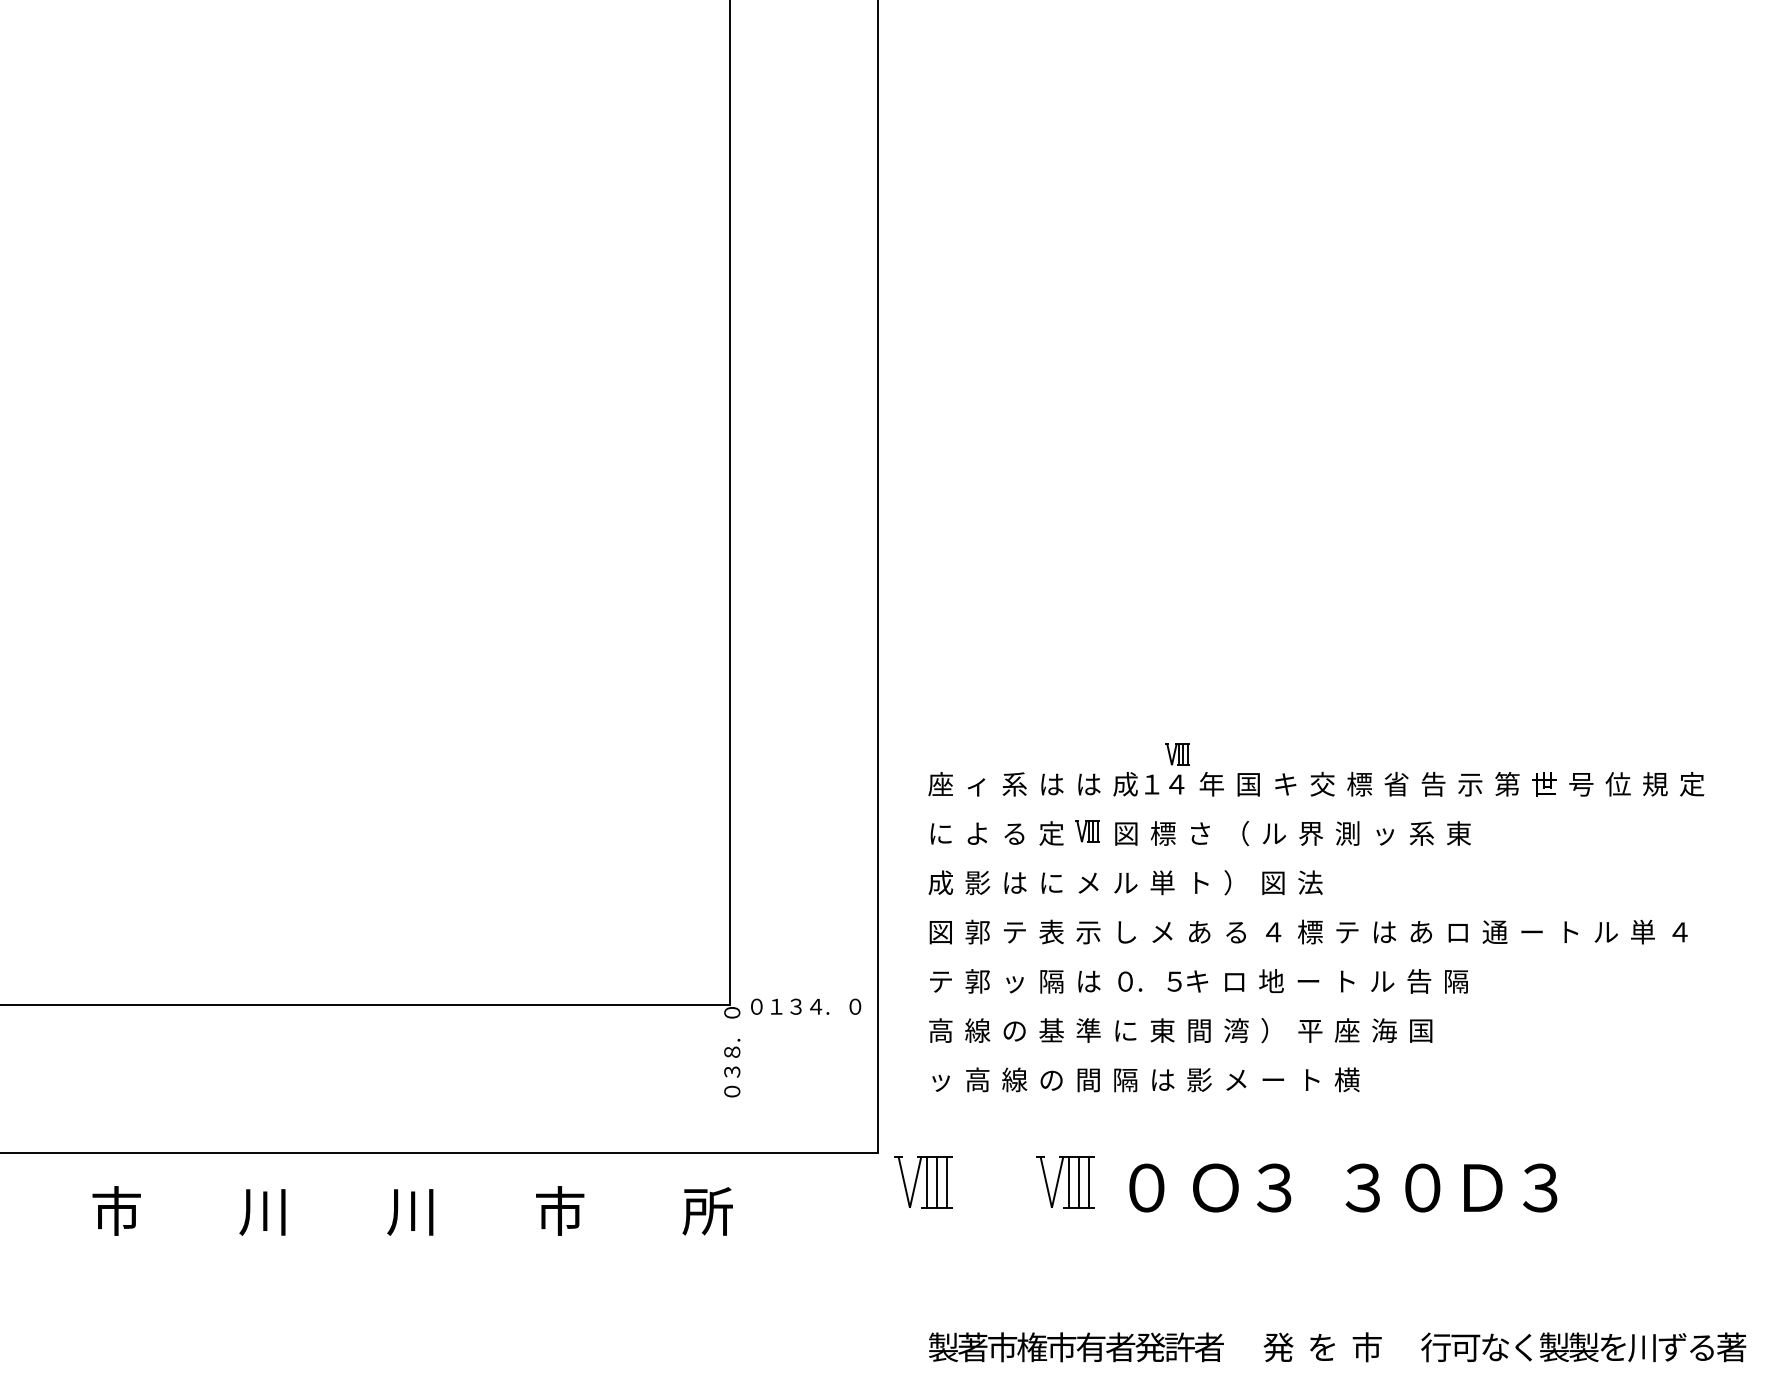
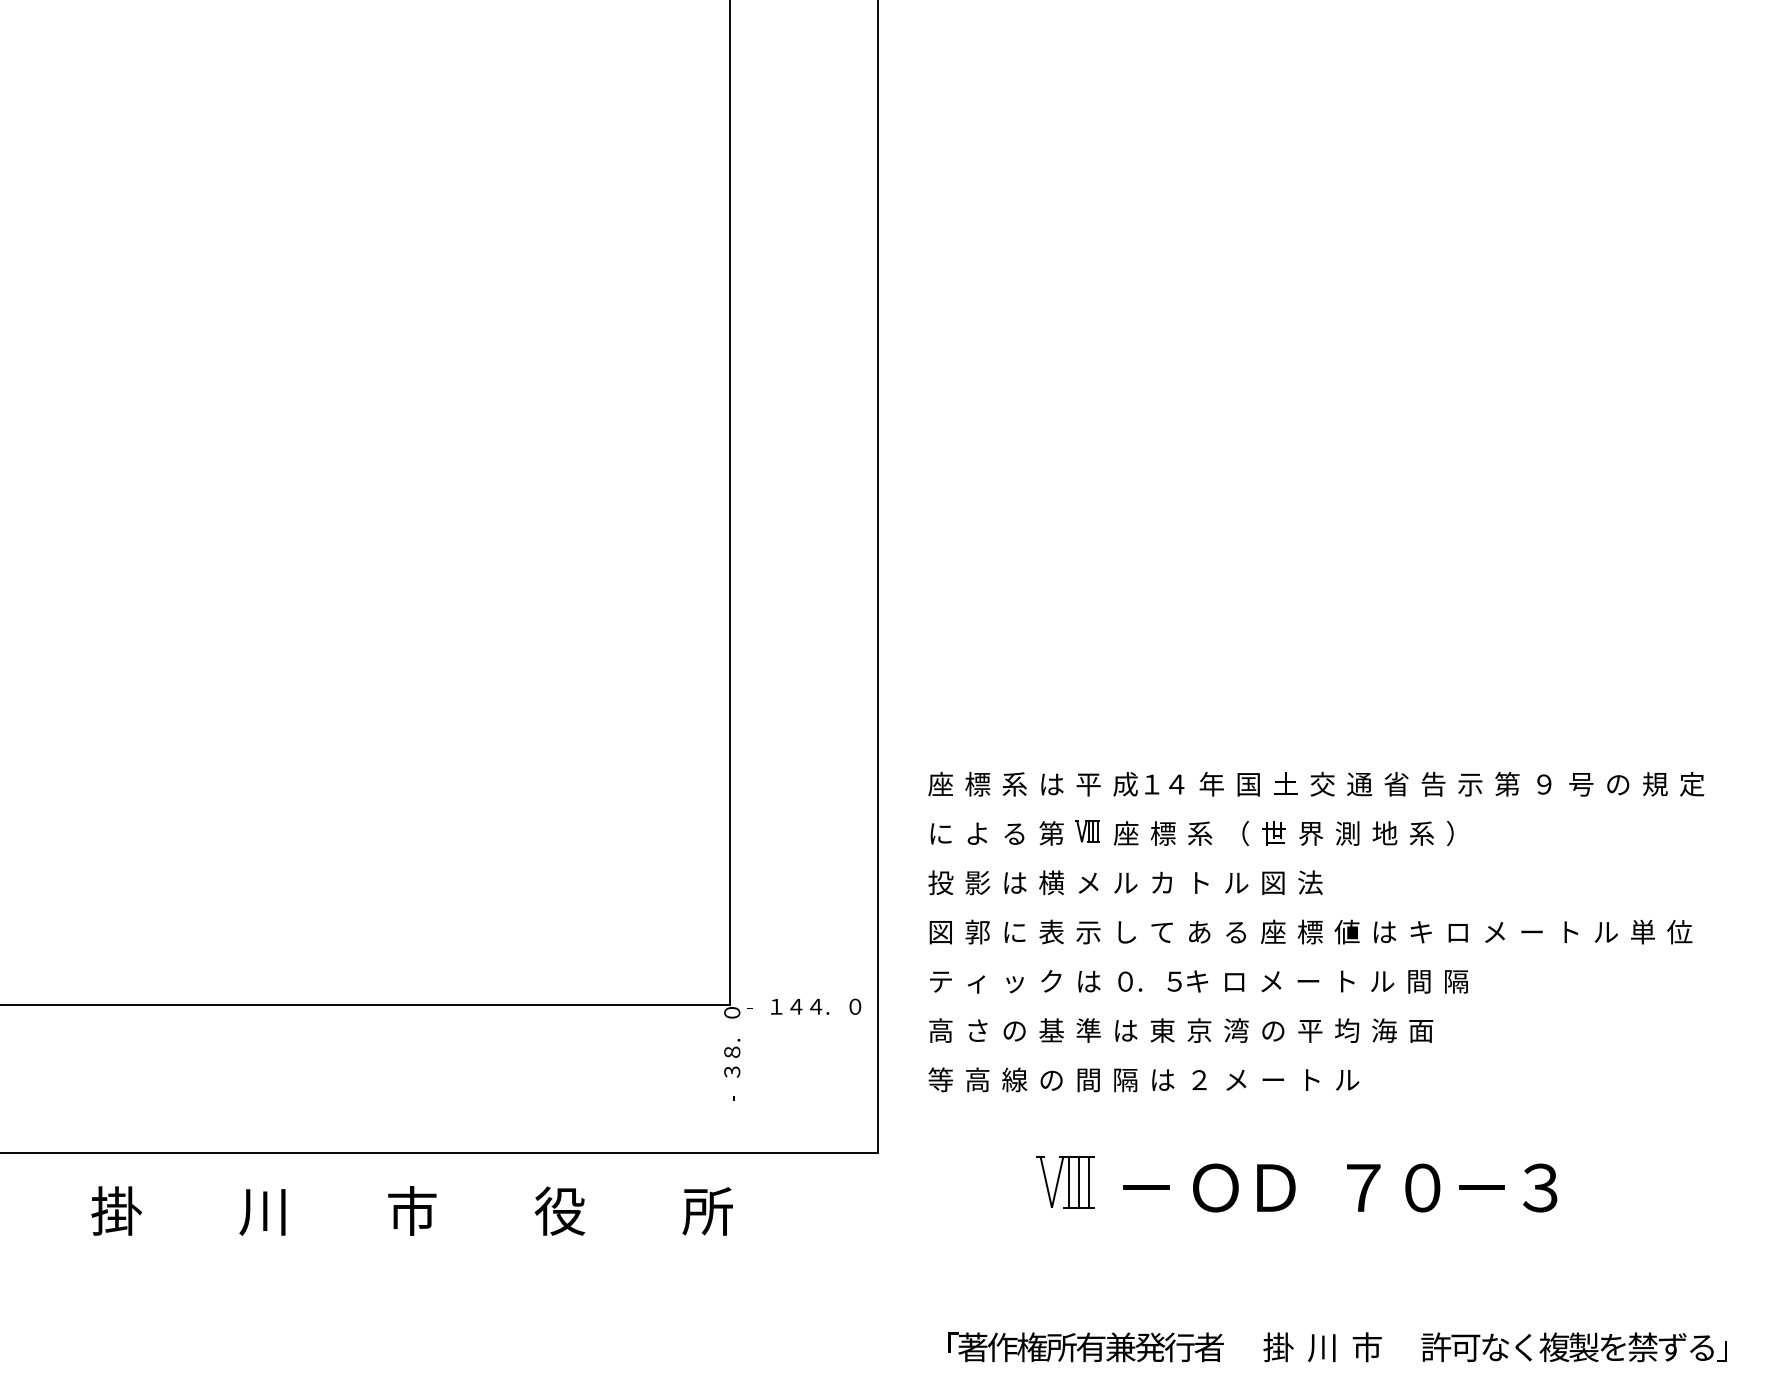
part at (1177, 754): present -> none
text at (977, 783): ィ -> 標
text at (1285, 783): キ -> 土
text at (1359, 783): 標 -> 通
text at (1088, 784): は -> 平
text at (1544, 784): 世 -> ９
text at (1617, 784): 位 -> の
text at (1051, 833): 定 -> 第
text at (1125, 833): 図 -> 座
text at (1200, 833): さ -> 系
text at (1274, 833): ル -> 世
text at (1384, 833): ッ -> 地
text at (1458, 833): 東 -> ）
text at (940, 882): 成 -> 投
text at (1051, 882): に -> 横
text at (1162, 882): 単 -> カ
text at (1236, 882): ） -> ル
text at (1273, 931): ４ -> 座
text at (1346, 931): テ -> 値
text at (1494, 931): 通 -> メ
text at (1014, 932): テ -> に
text at (1161, 932): メ -> て
text at (1421, 932): あ -> キ
text at (1679, 932): ４ -> 位
text at (1271, 980): 地 -> メ
text at (977, 981): 郭 -> ィ
text at (1051, 981): 隔 -> ク
text at (1419, 981): 告 -> 間
text at (754, 1006): ０ -> -
text at (796, 1006): ３ -> ４
text at (977, 1030): 線 -> さ
text at (1126, 1030): に -> は
text at (1199, 1030): 間 -> 京
text at (1272, 1030): ） -> の
text at (1346, 1030): 座 -> 均
text at (1421, 1030): 国 -> 面
text at (940, 1079): ッ -> 等
text at (1346, 1079): 横 -> ル
text at (1199, 1080): 影 -> ２
text at (732, 1092): ０ -> -
part at (923, 1182): present -> none
text at (1146, 1187): ０ -> －
text at (1276, 1187): ３ -> Ｄ
text at (1362, 1187): ３ -> ７
text at (1481, 1187): Ｄ -> －
text at (116, 1210): 市 -> 掛
text at (411, 1210): 川 -> 市
text at (559, 1210): 市 -> 役
text at (943, 1347): 製 -> 「
text at (1002, 1347): 市 -> 作
text at (1061, 1347): 市 -> 所
text at (1120, 1347): 者 -> 兼
text at (1179, 1347): 許 -> 行
text at (1278, 1347): 発 -> 掛
text at (1321, 1347): を -> 川
text at (1436, 1347): 行 -> 許
text at (1554, 1347): 製 -> 複
text at (1642, 1347): 川 -> 禁
text at (1731, 1347): 著 -> 」
